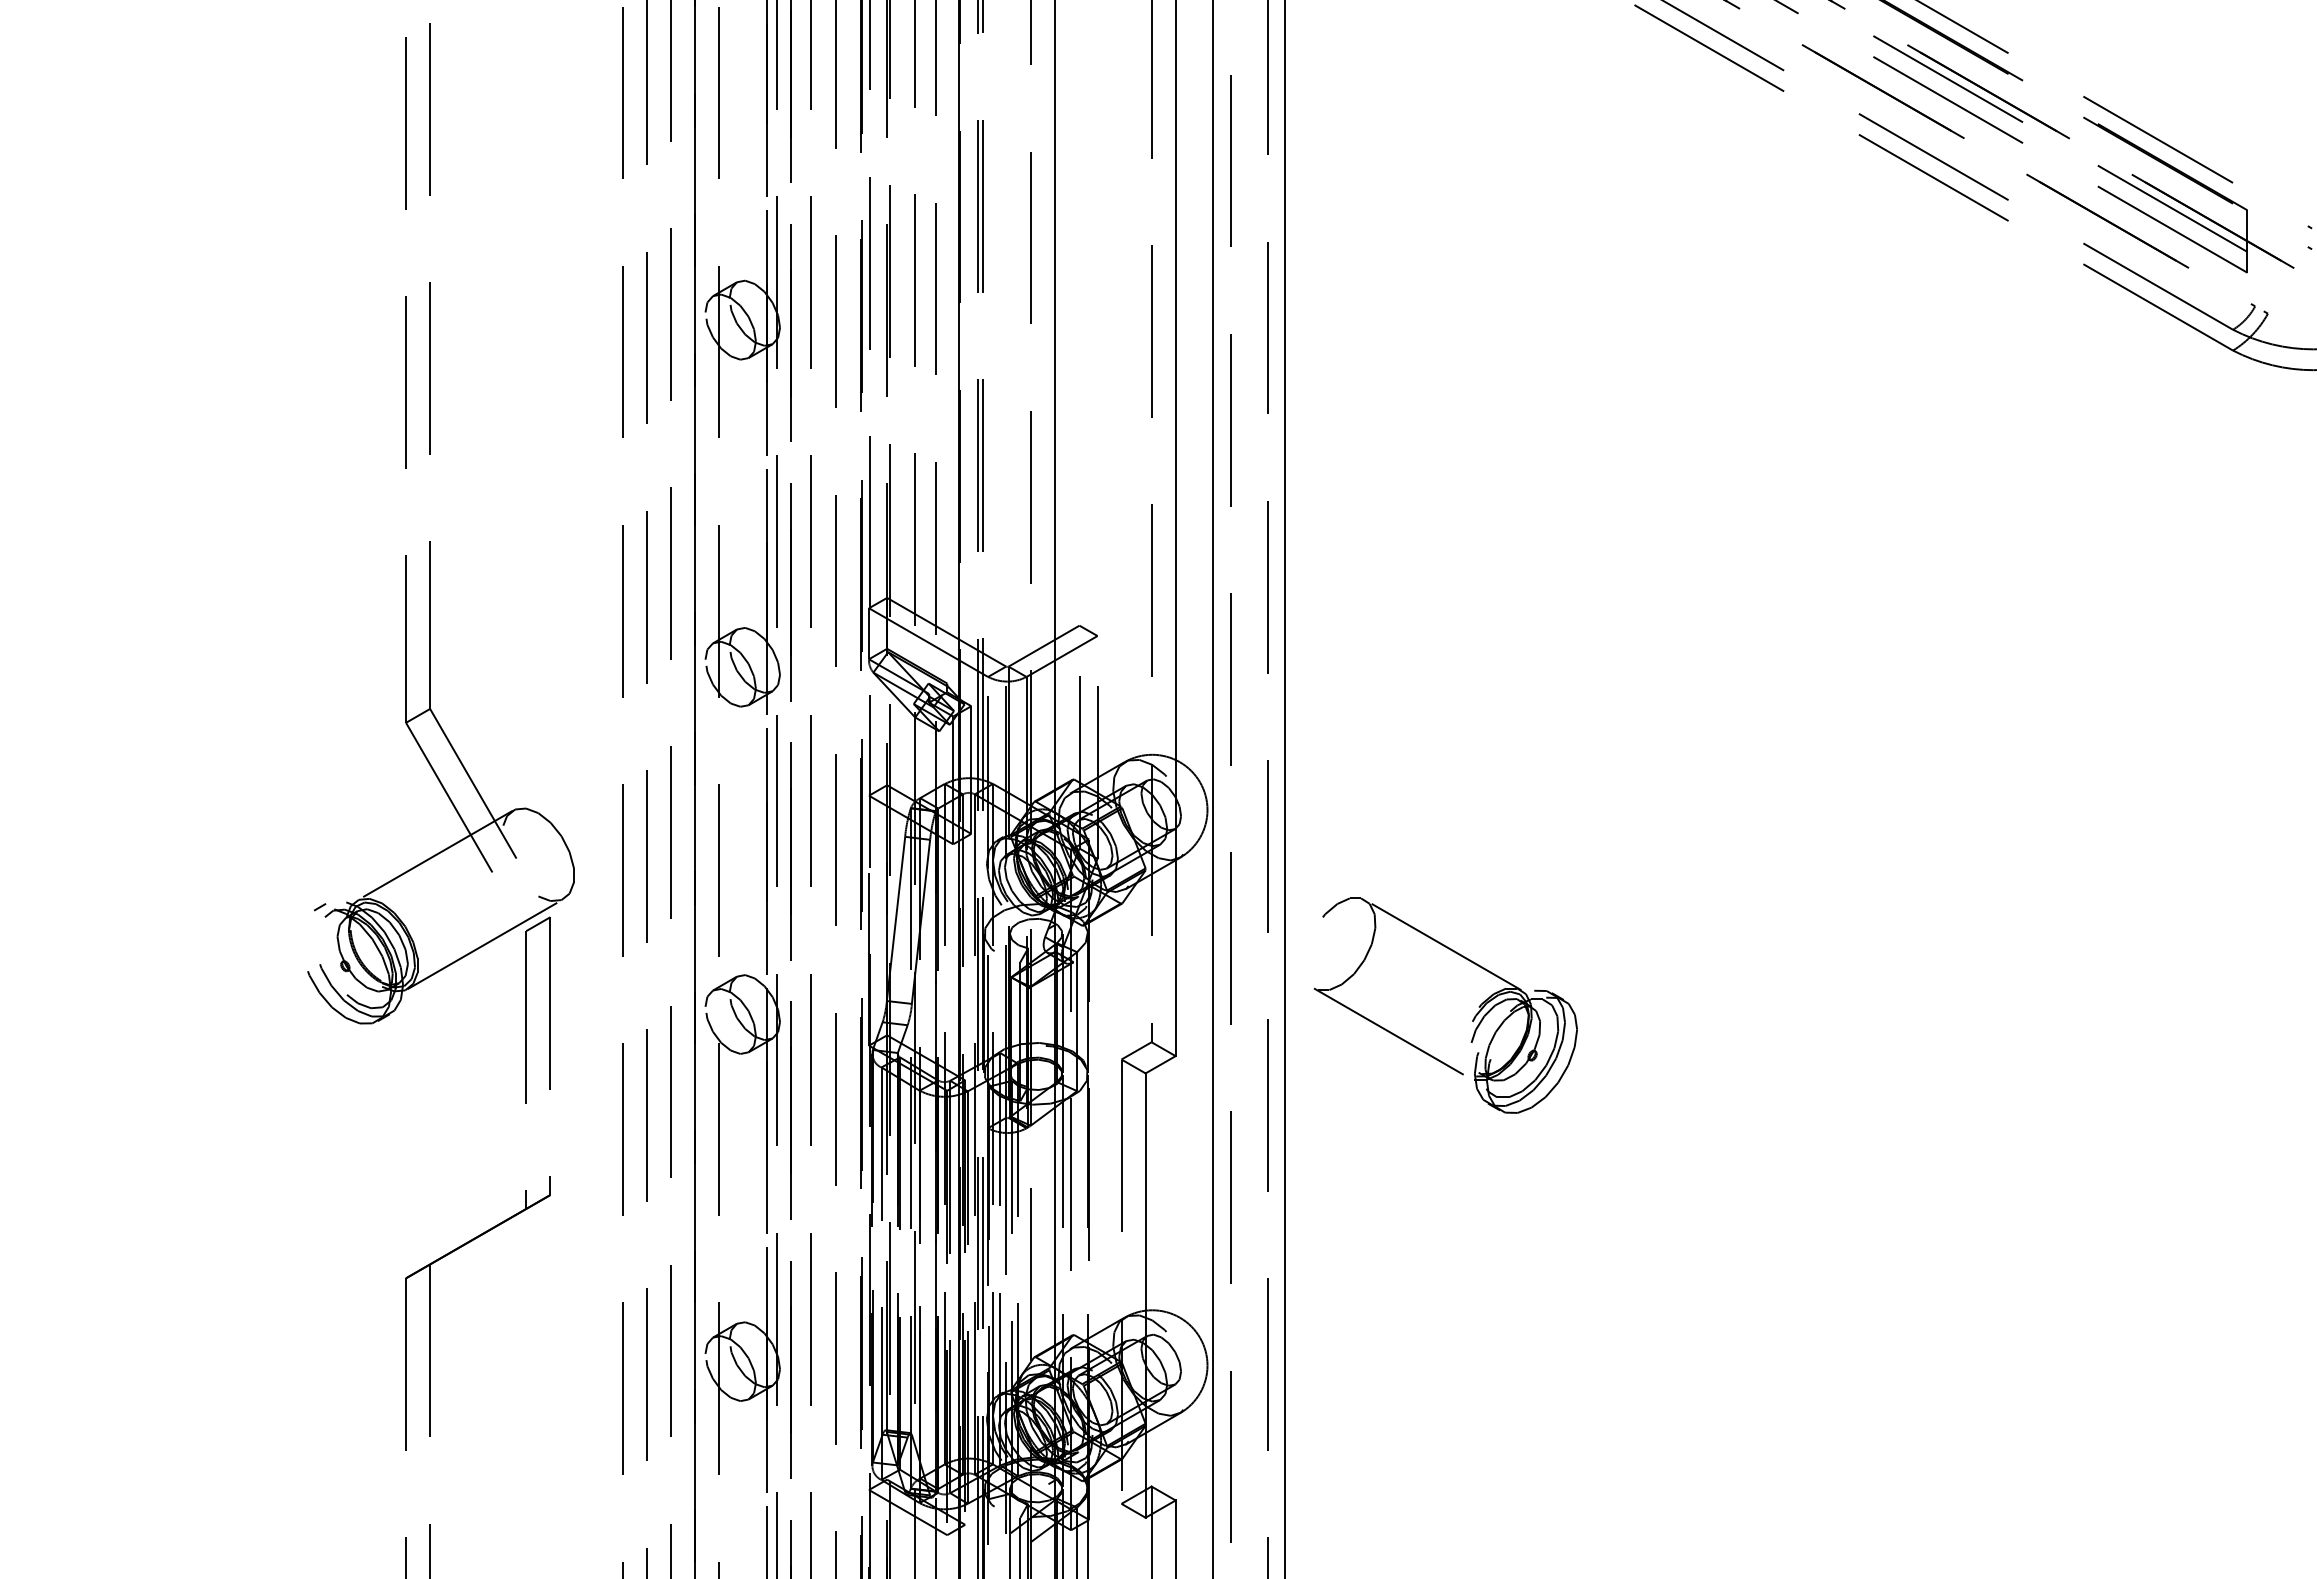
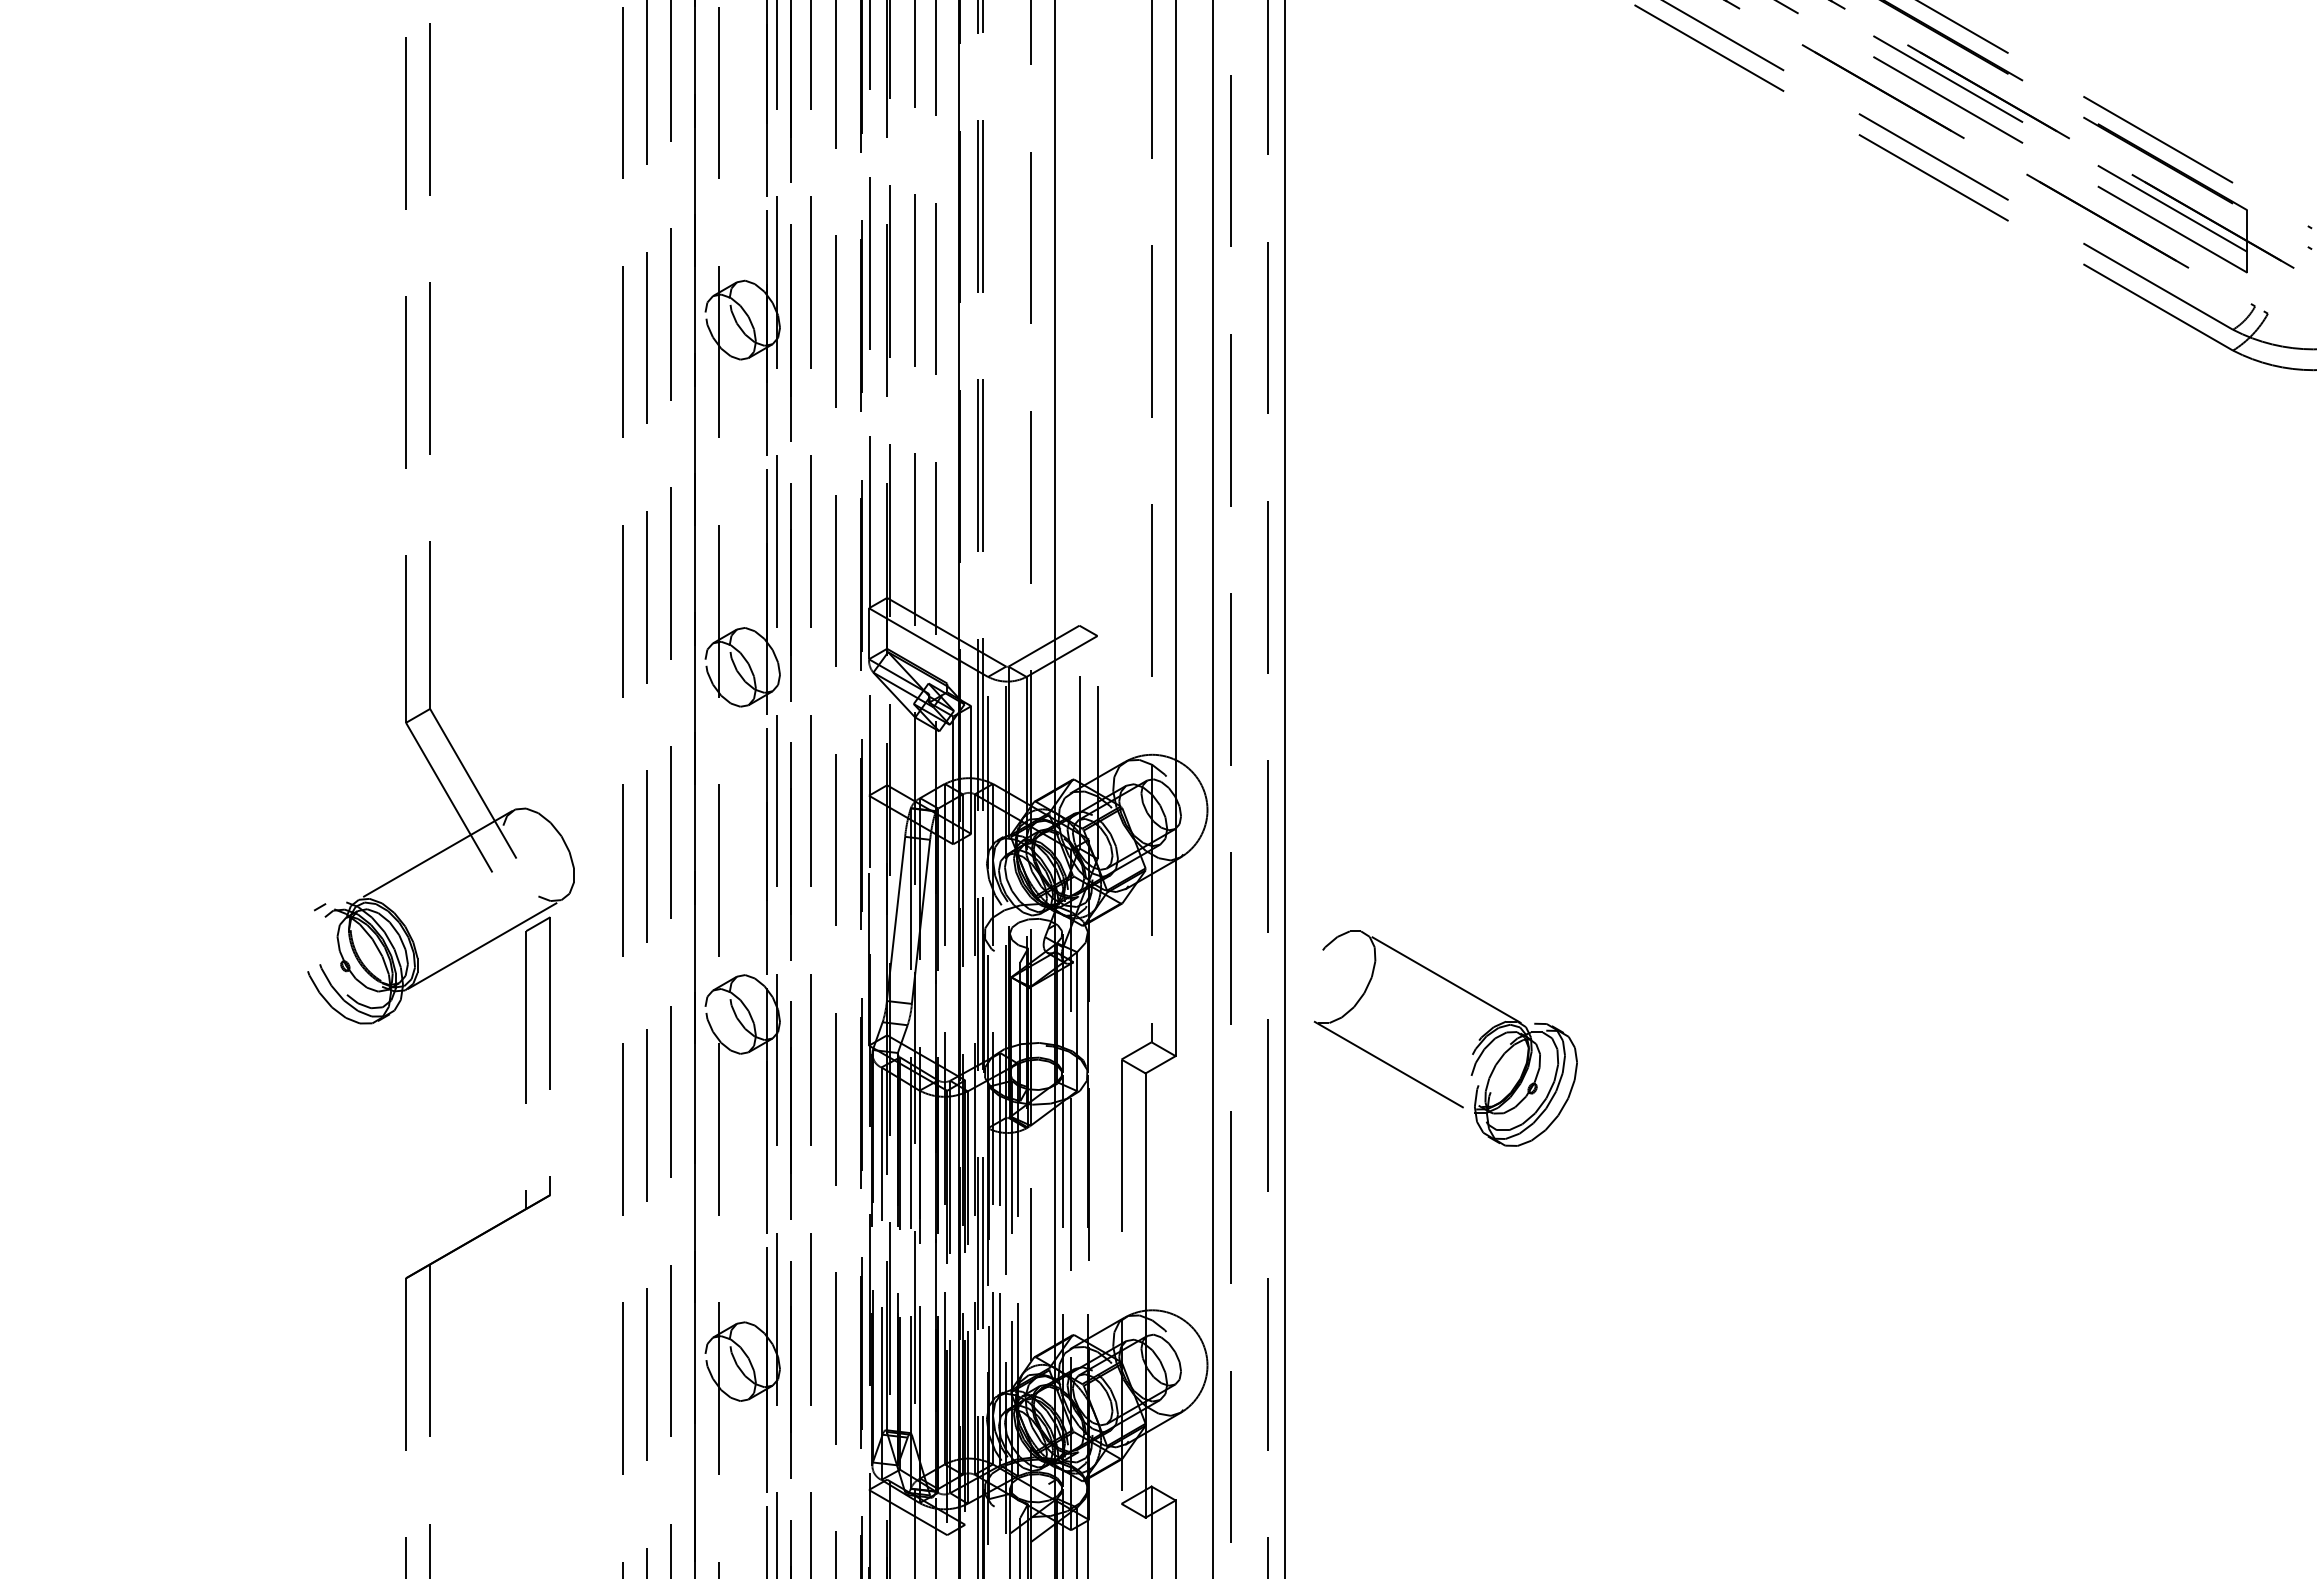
part at (1472, 1019) position: (1472, 1019) -> (1472, 1052)
